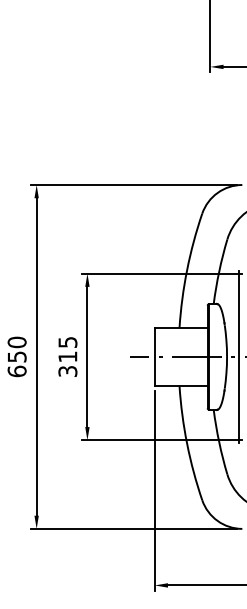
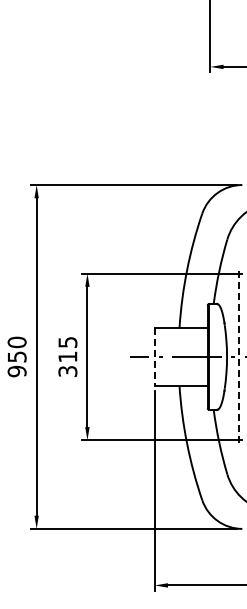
line at (154, 357): solid -> dashed
line at (239, 357): solid -> dashed
text at (16, 371): 650 -> 950
